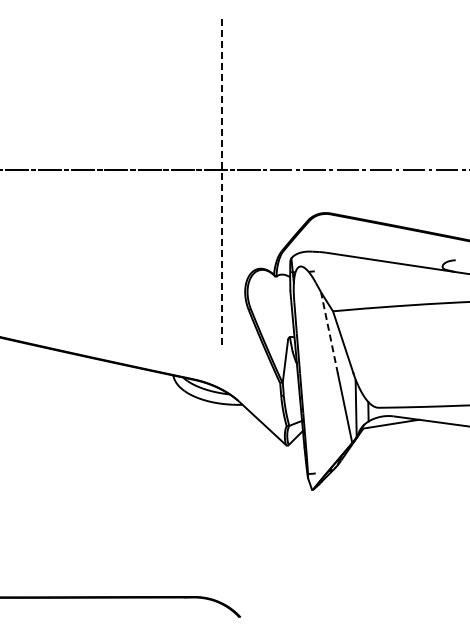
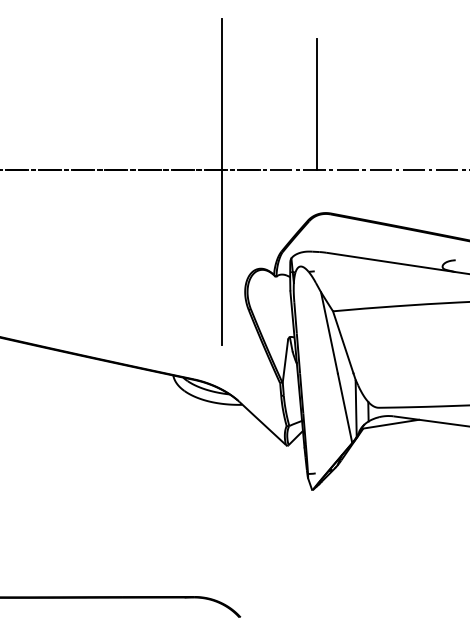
line at (317, 104): none -> present
line at (221, 182): dashed -> solid
line at (329, 333): dashed -> solid
